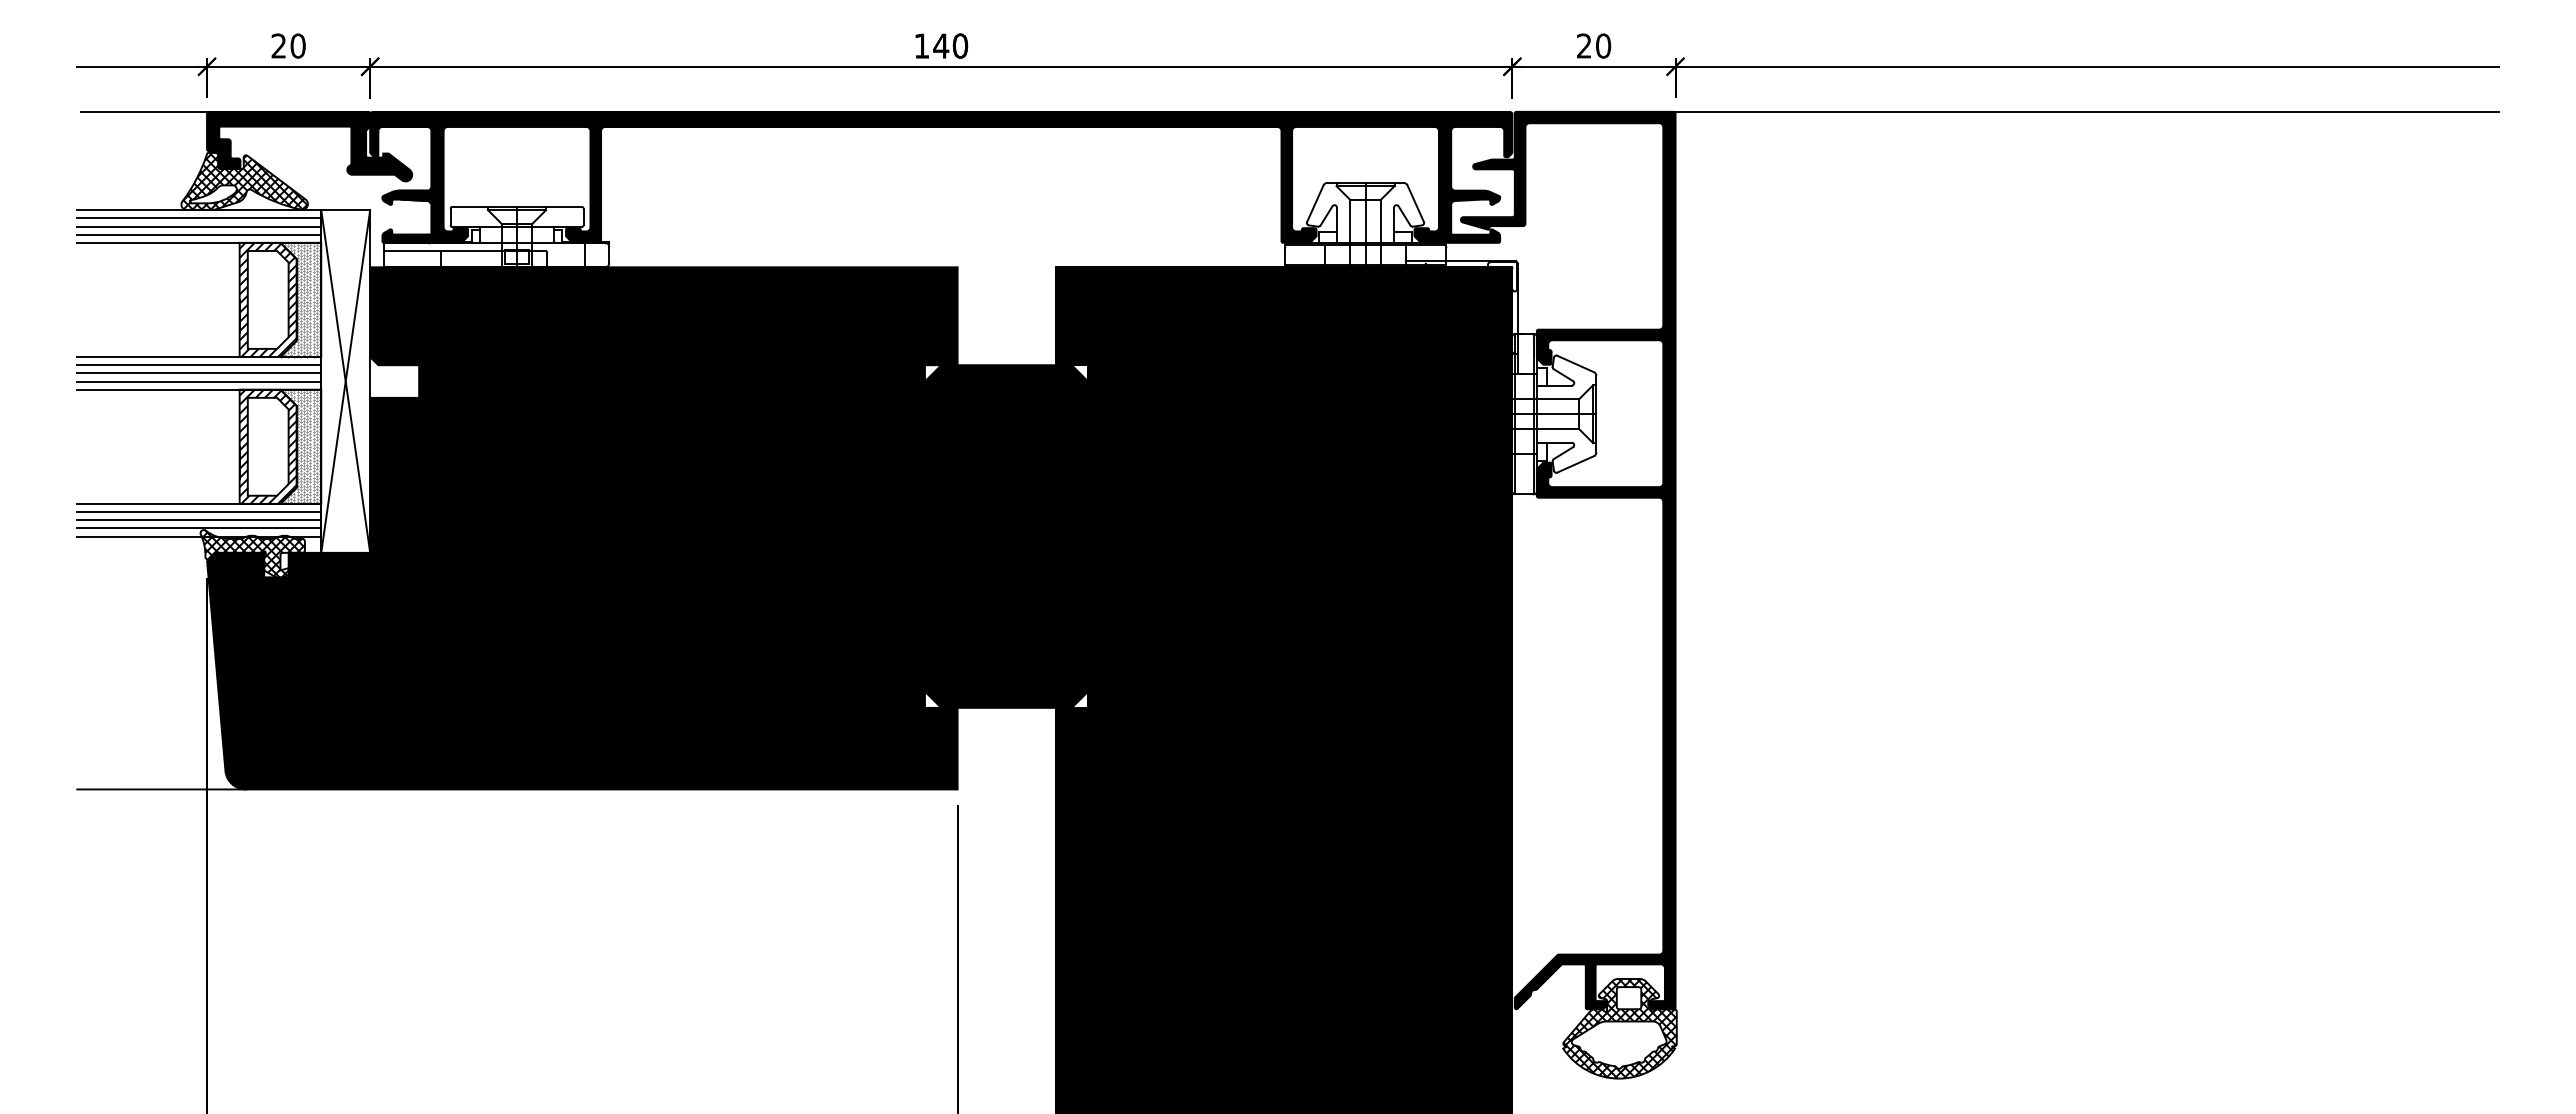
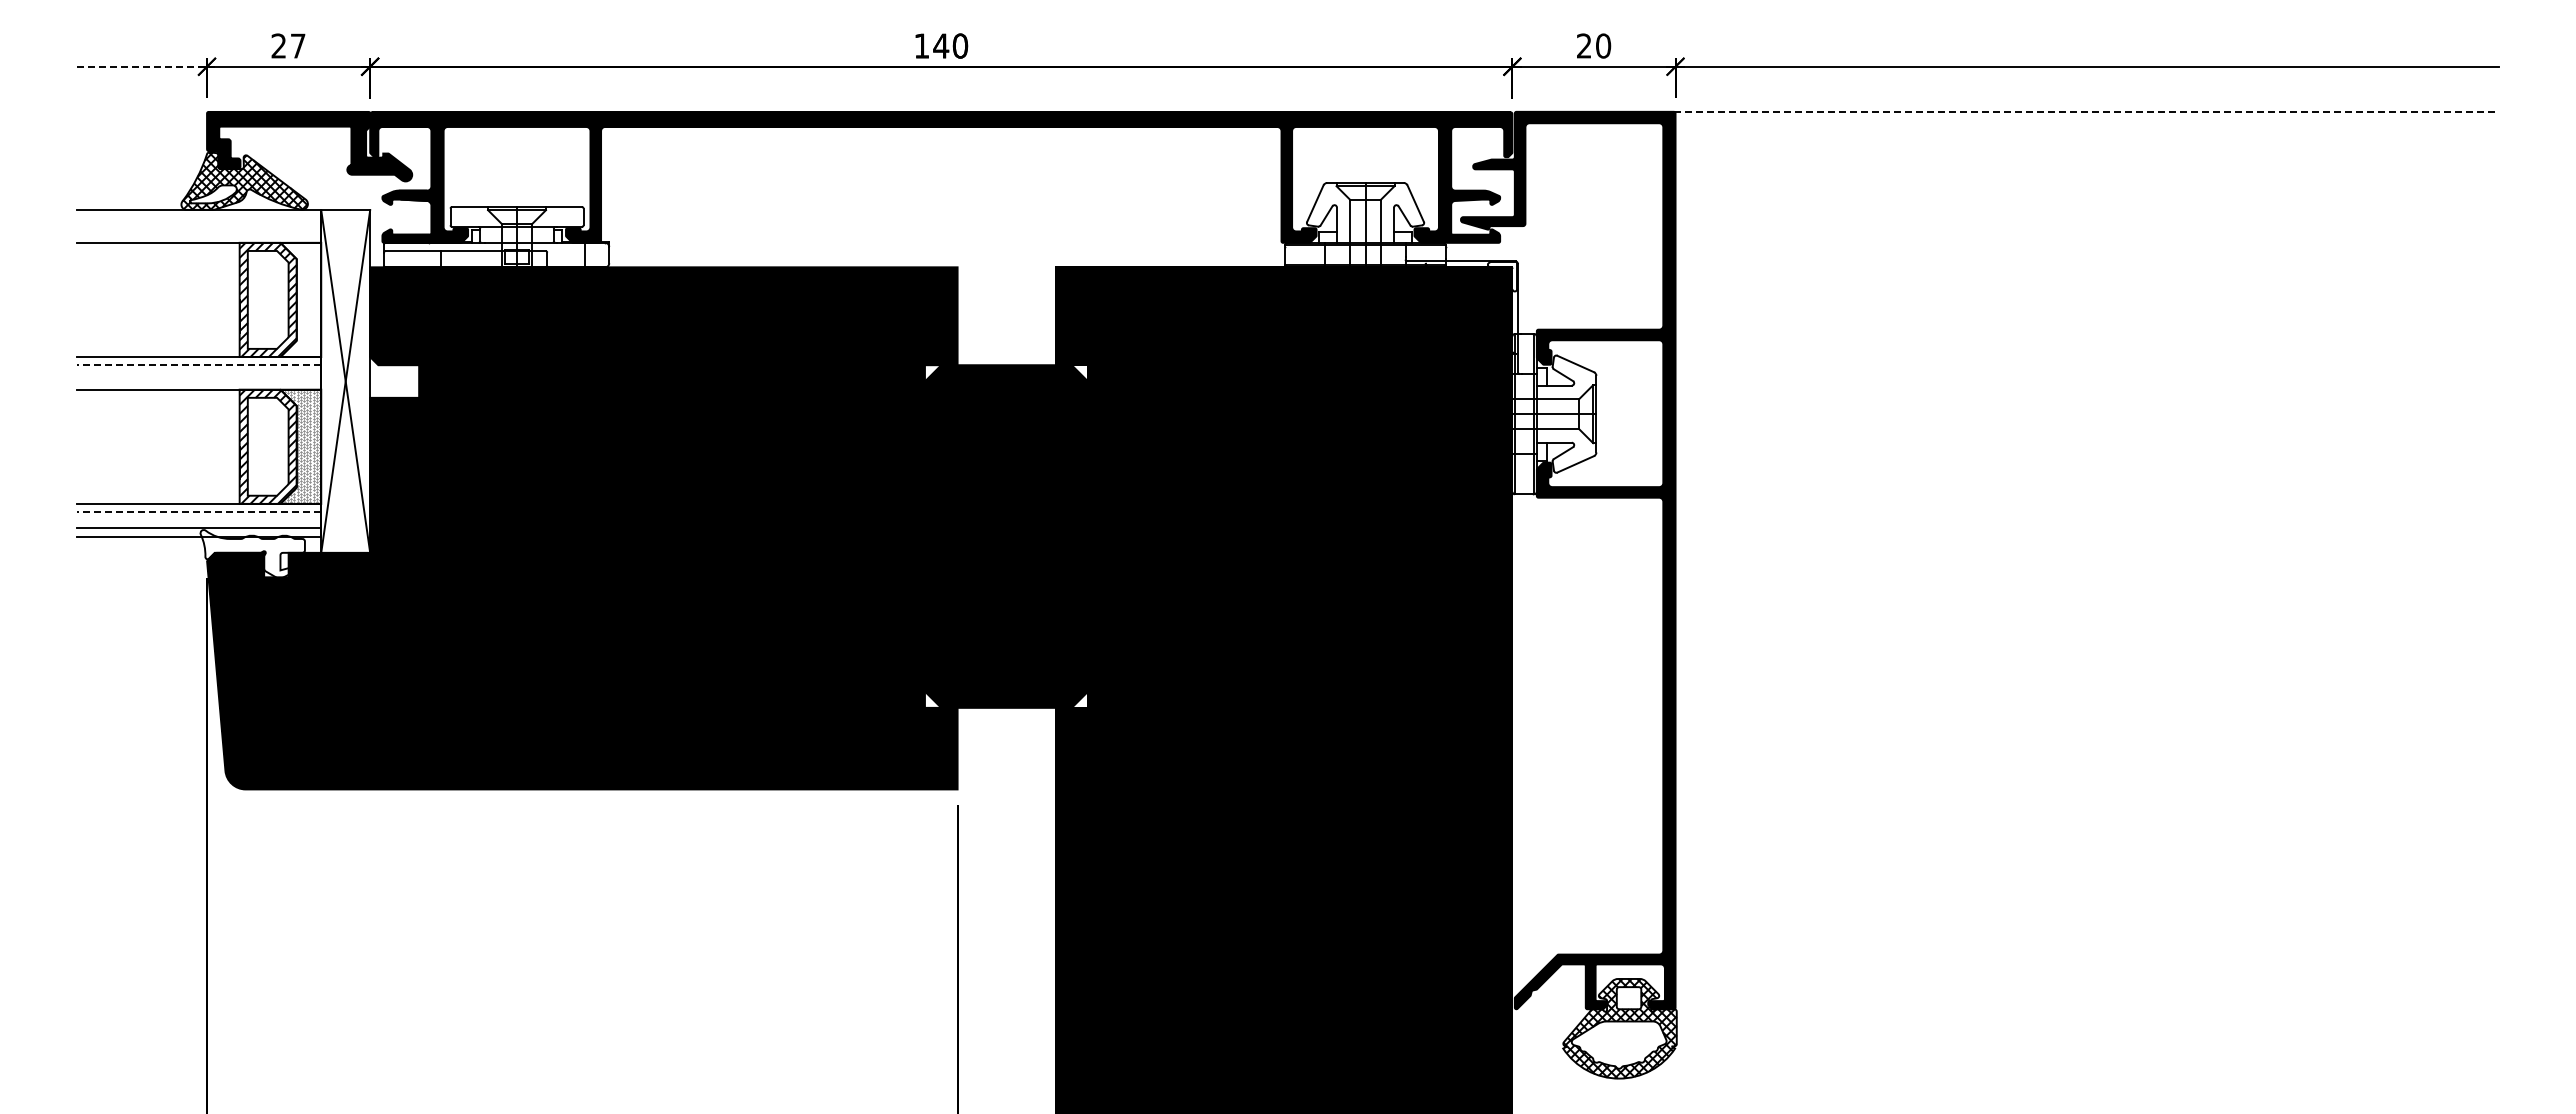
text at (297, 45): 20 -> 27
line at (146, 66): solid -> dashed
line at (144, 111): present -> none
line at (2086, 111): solid -> dashed
line at (199, 218): present -> none
line at (199, 226): present -> none
line at (199, 234): present -> none
hatch at (300, 299): present -> none
line at (199, 365): solid -> dashed
line at (199, 373): present -> none
line at (199, 381): present -> none
line at (199, 512): solid -> dashed
line at (199, 520): present -> none
hatch at (252, 554): present -> none
line at (161, 789): present -> none
